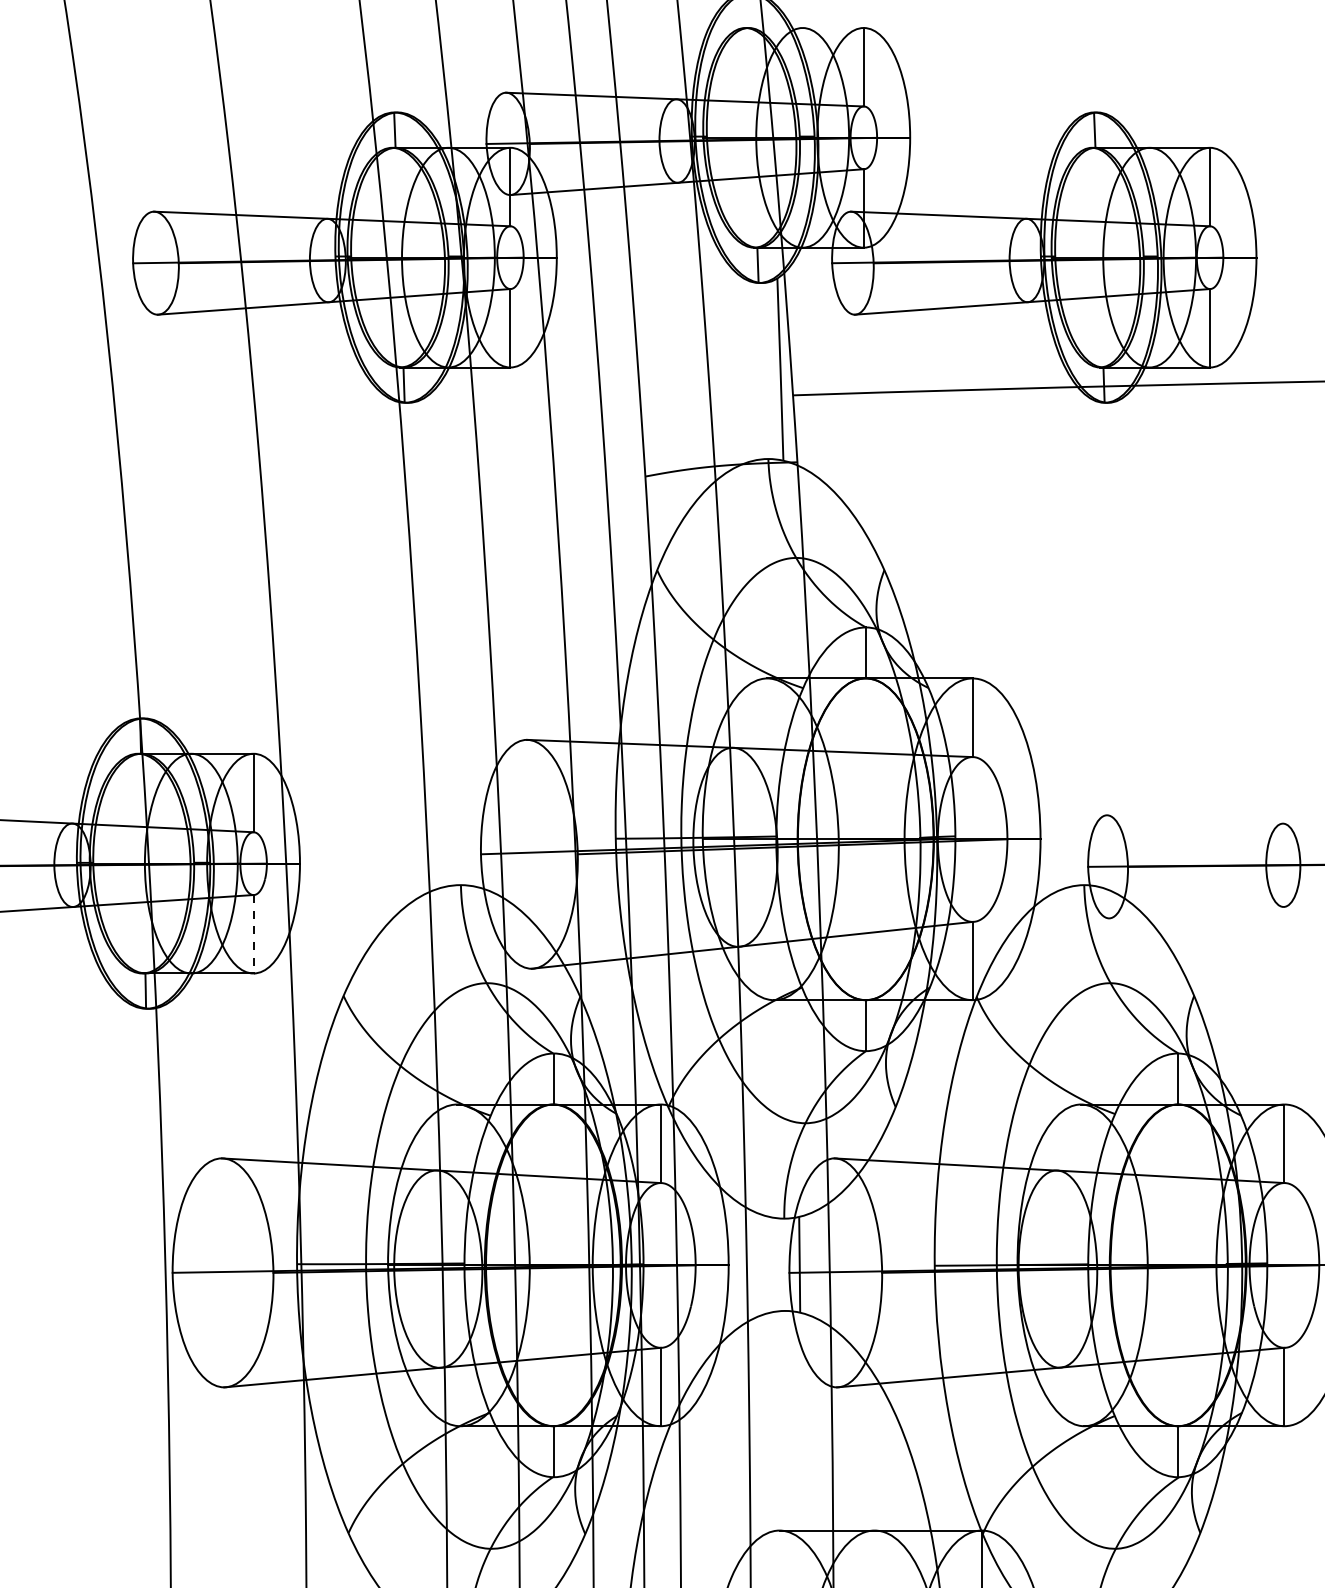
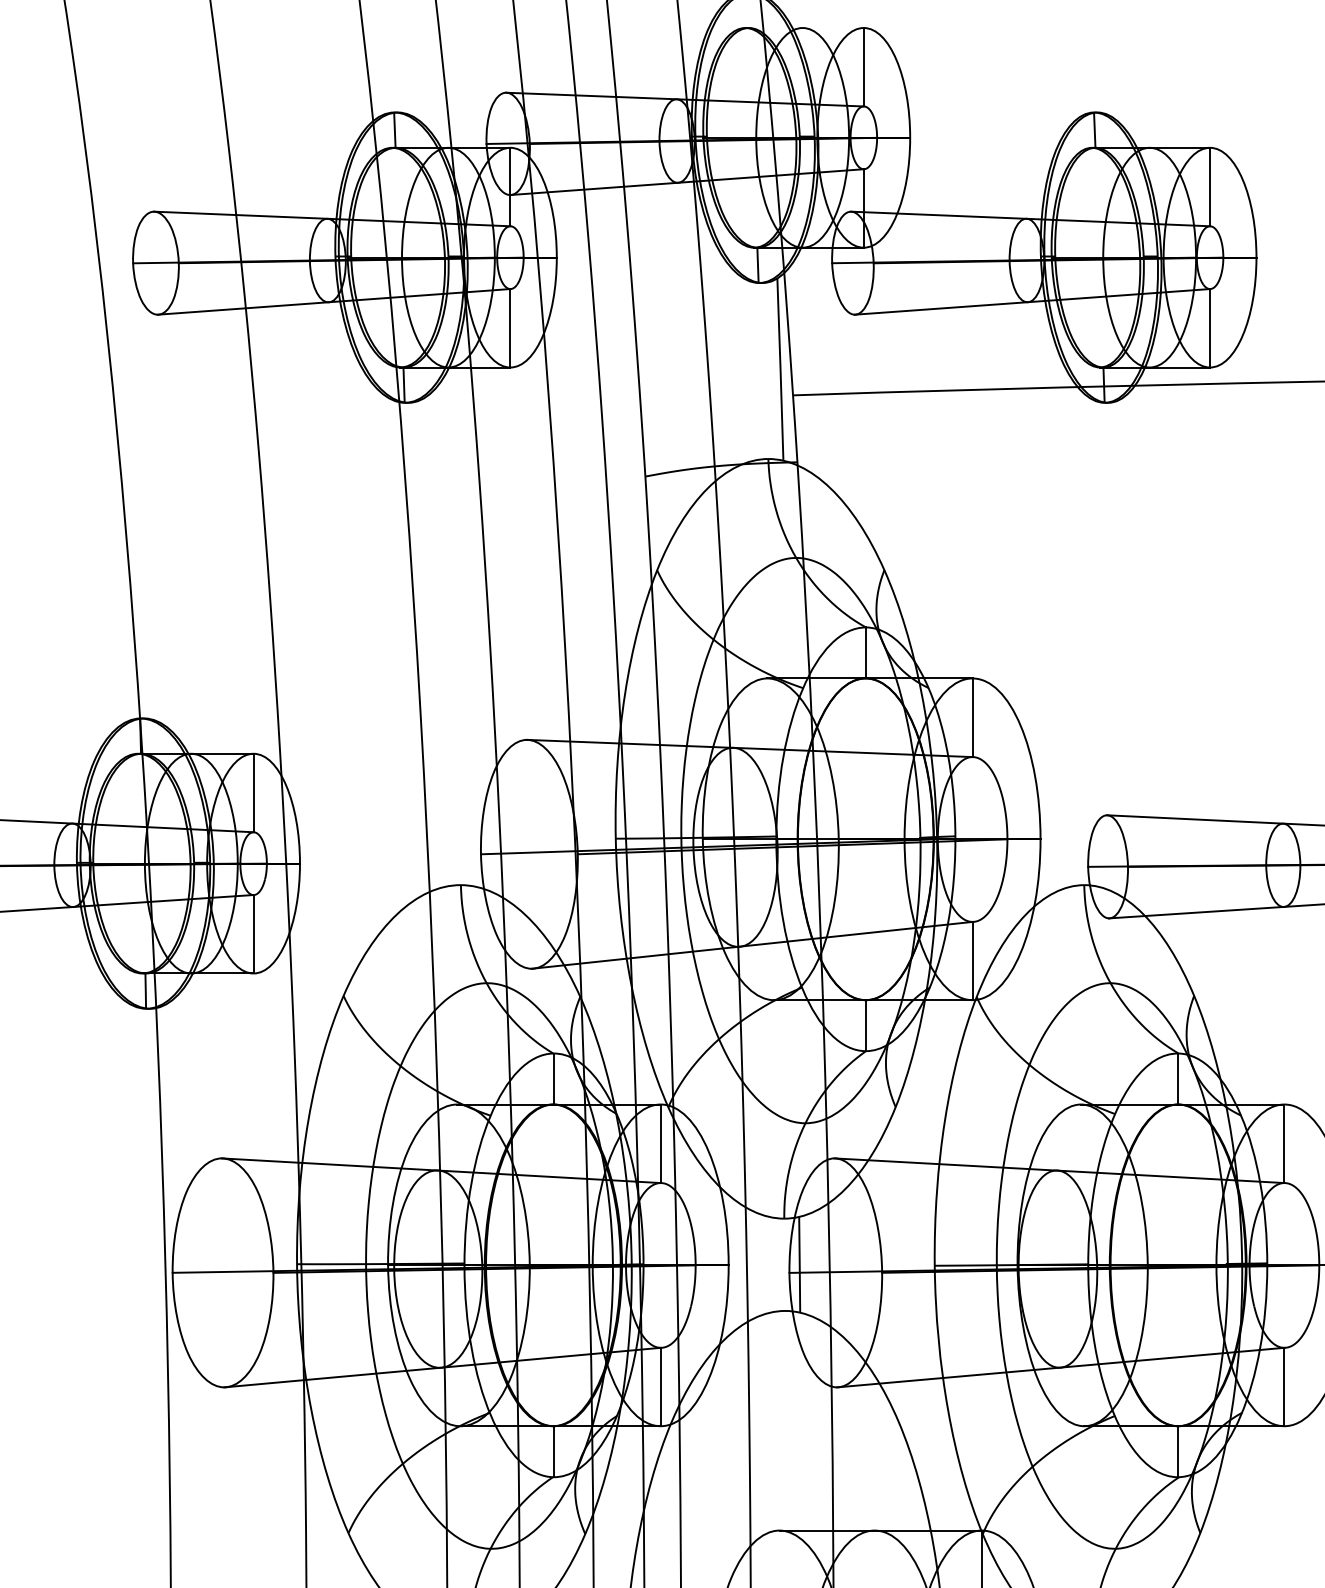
line at (1214, 820): none -> present
line at (1214, 911): none -> present
line at (253, 934): dashed -> solid
